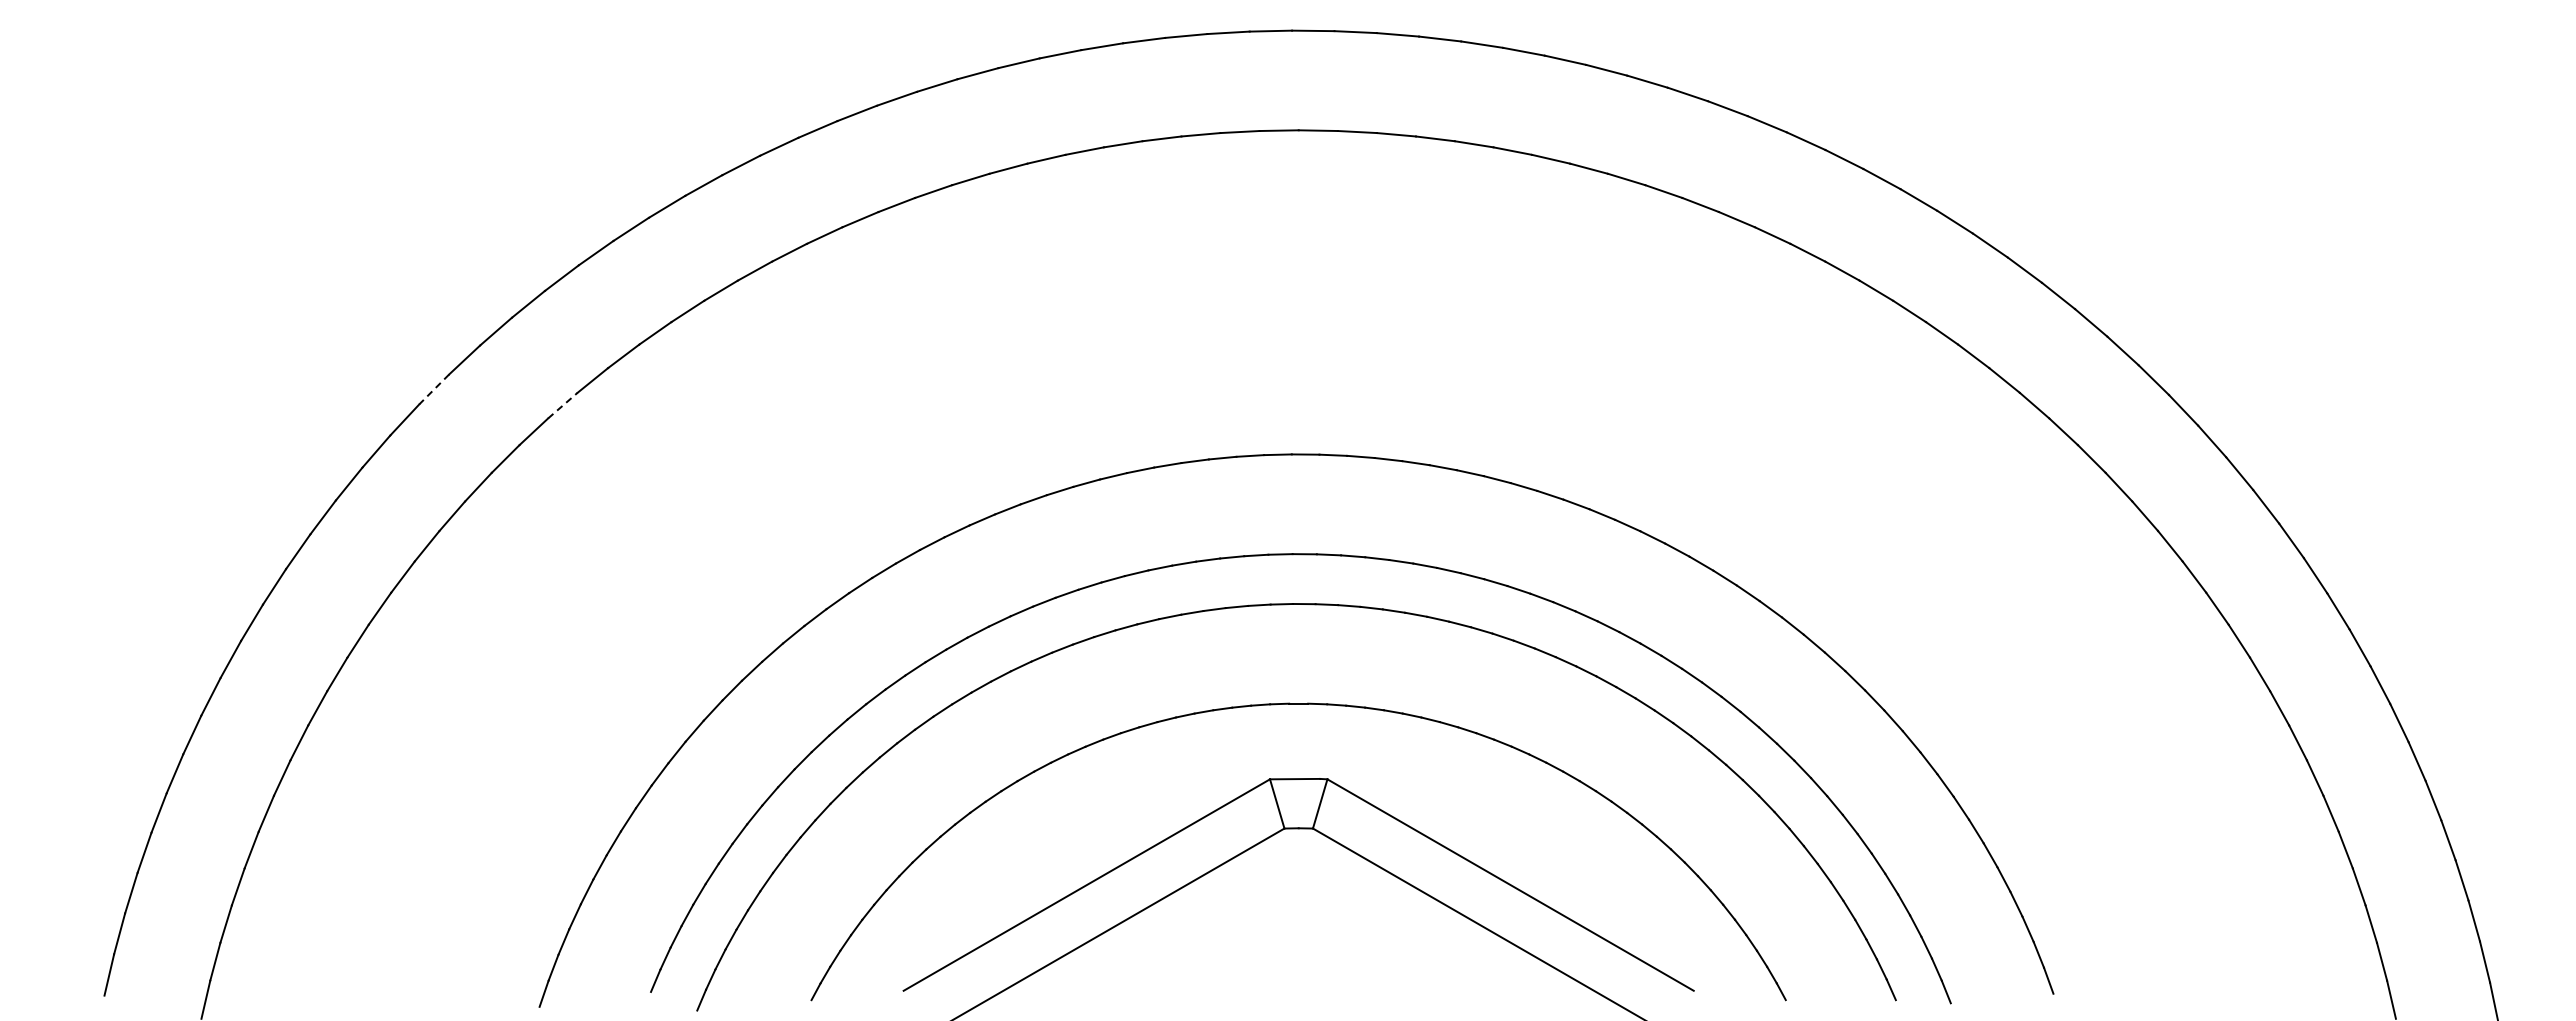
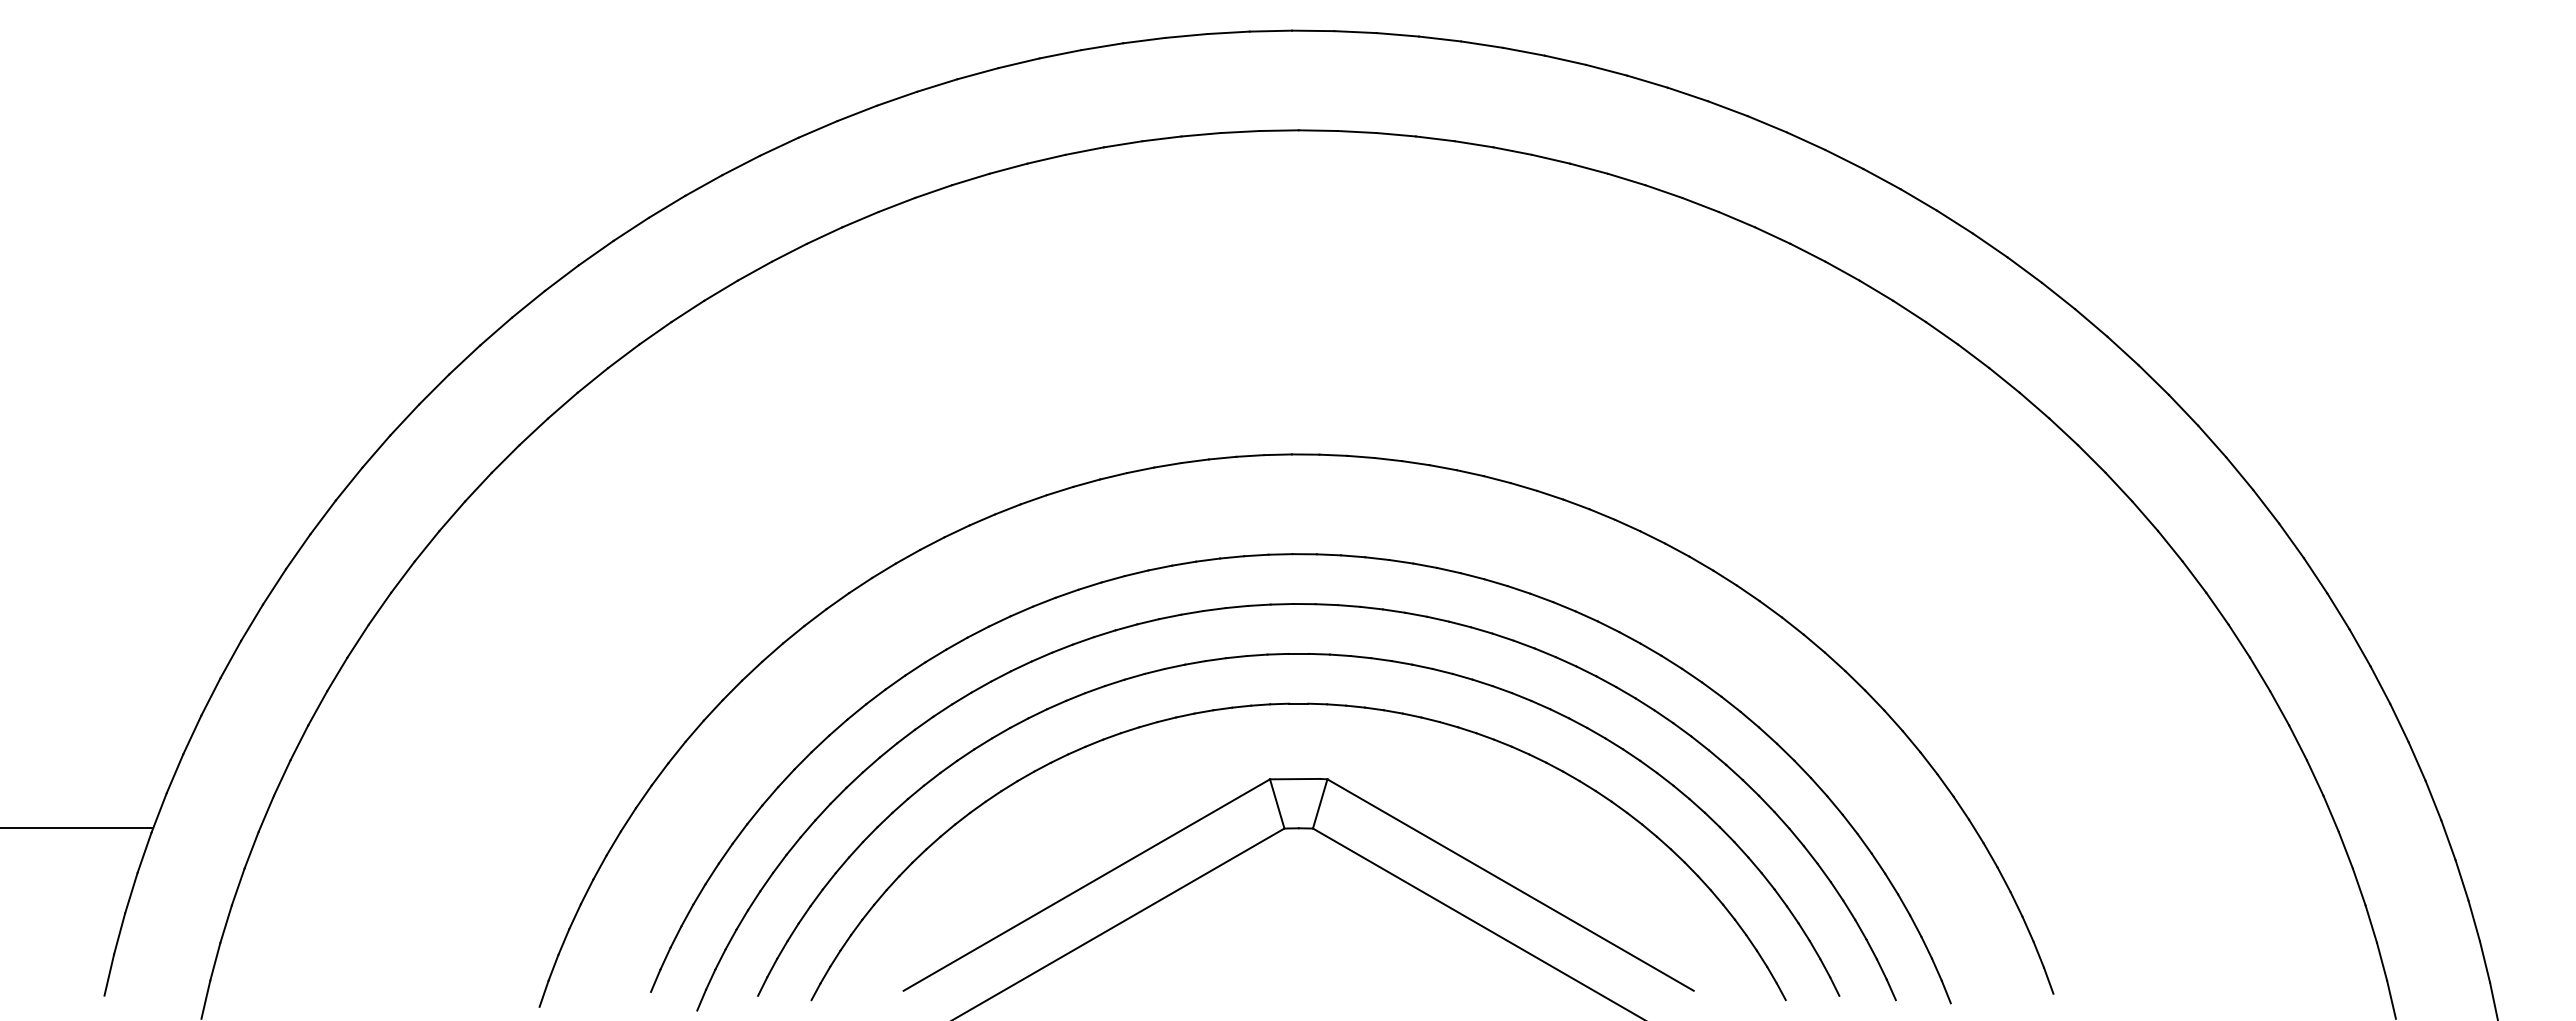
line at (433, 389): dashed -> solid
line at (562, 405): dashed -> solid
part at (1298, 654): none -> present
line at (77, 828): none -> present
